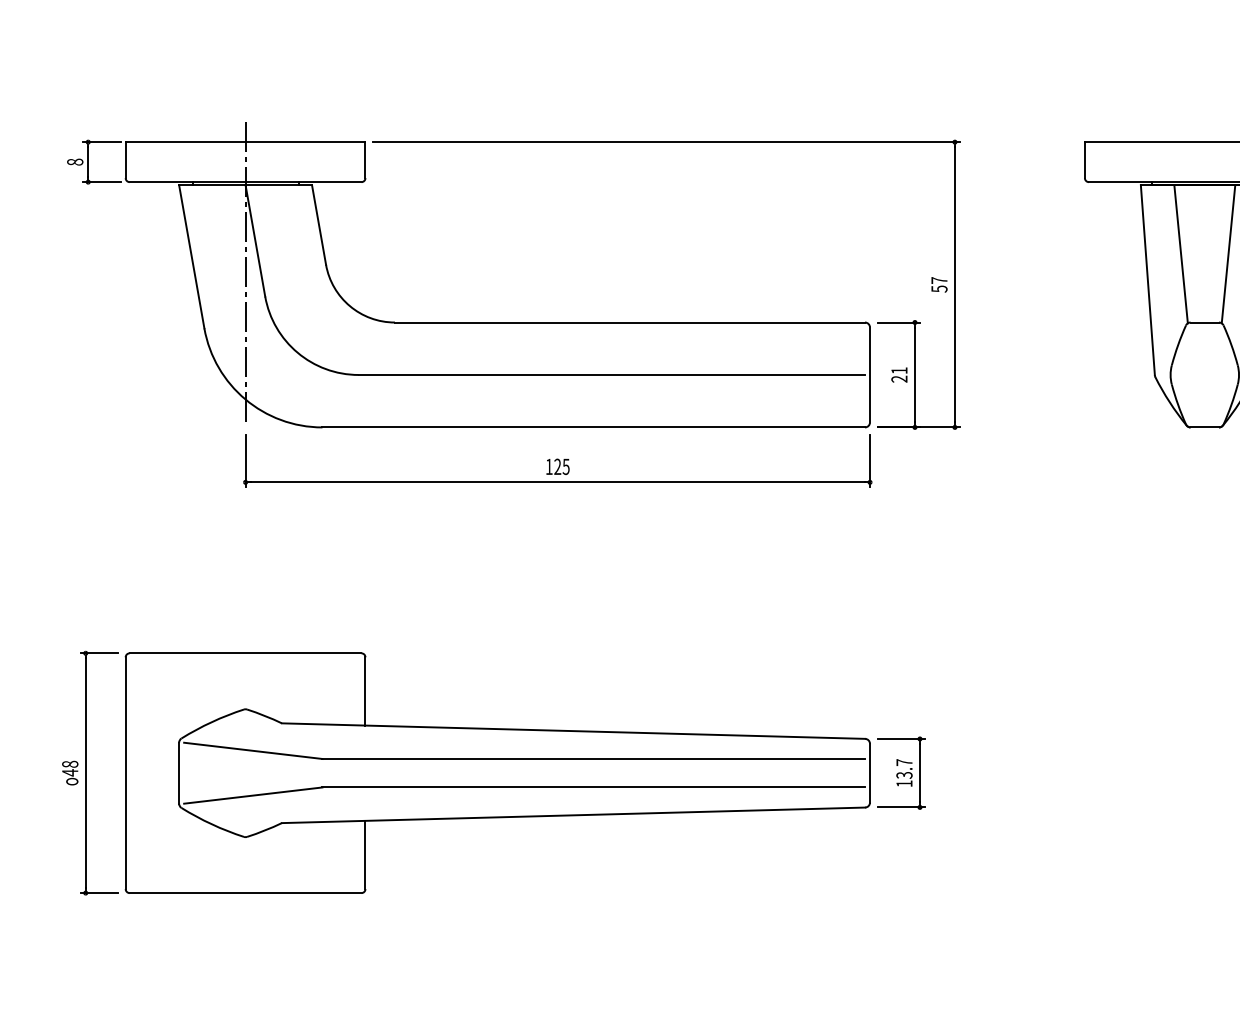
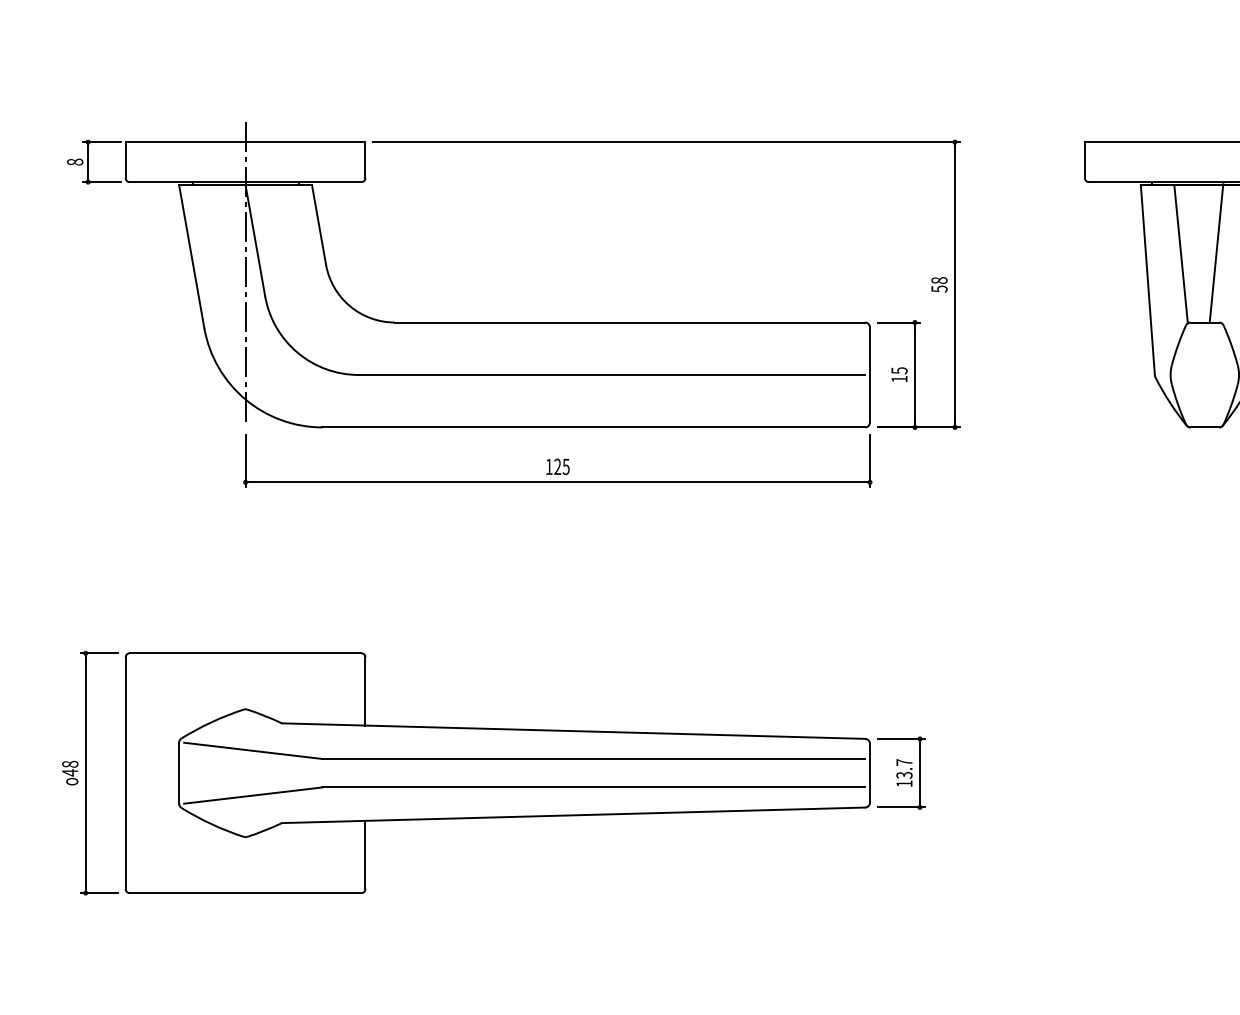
line at (1228, 254) position: (1228, 254) -> (1216, 253)
text at (939, 280): 57 -> 58
text at (899, 374): 21 -> 15
